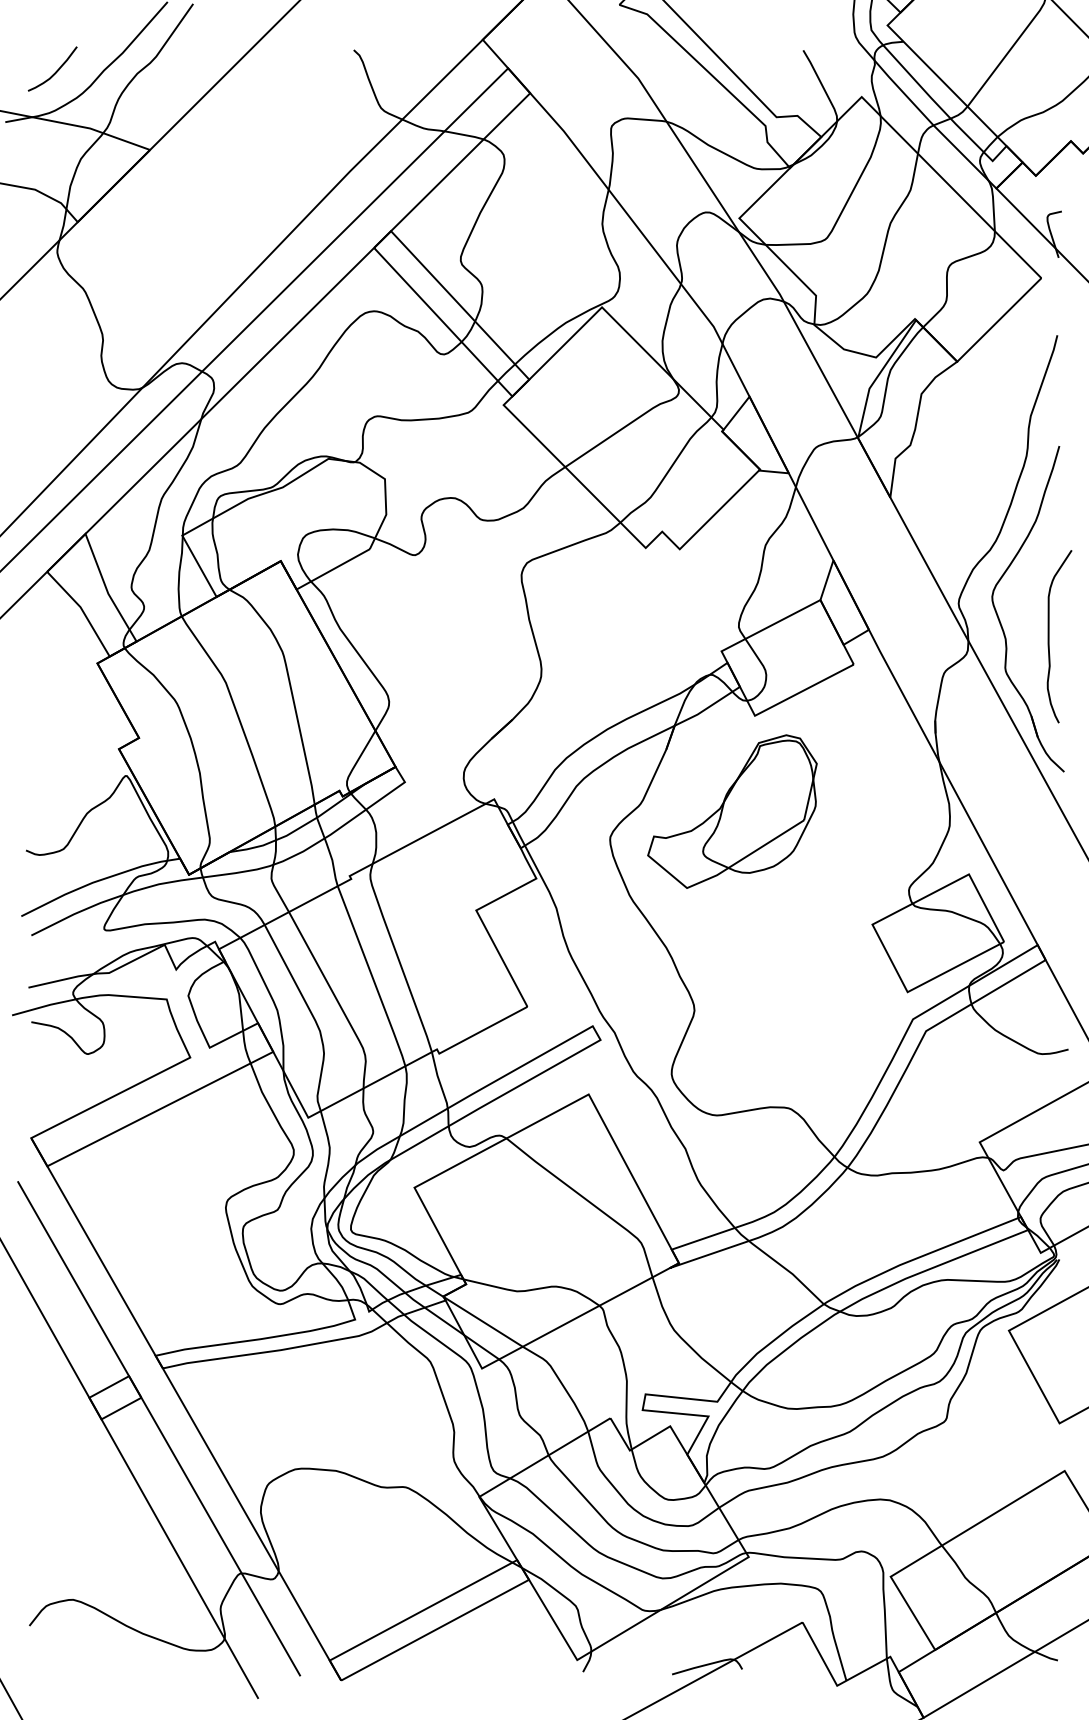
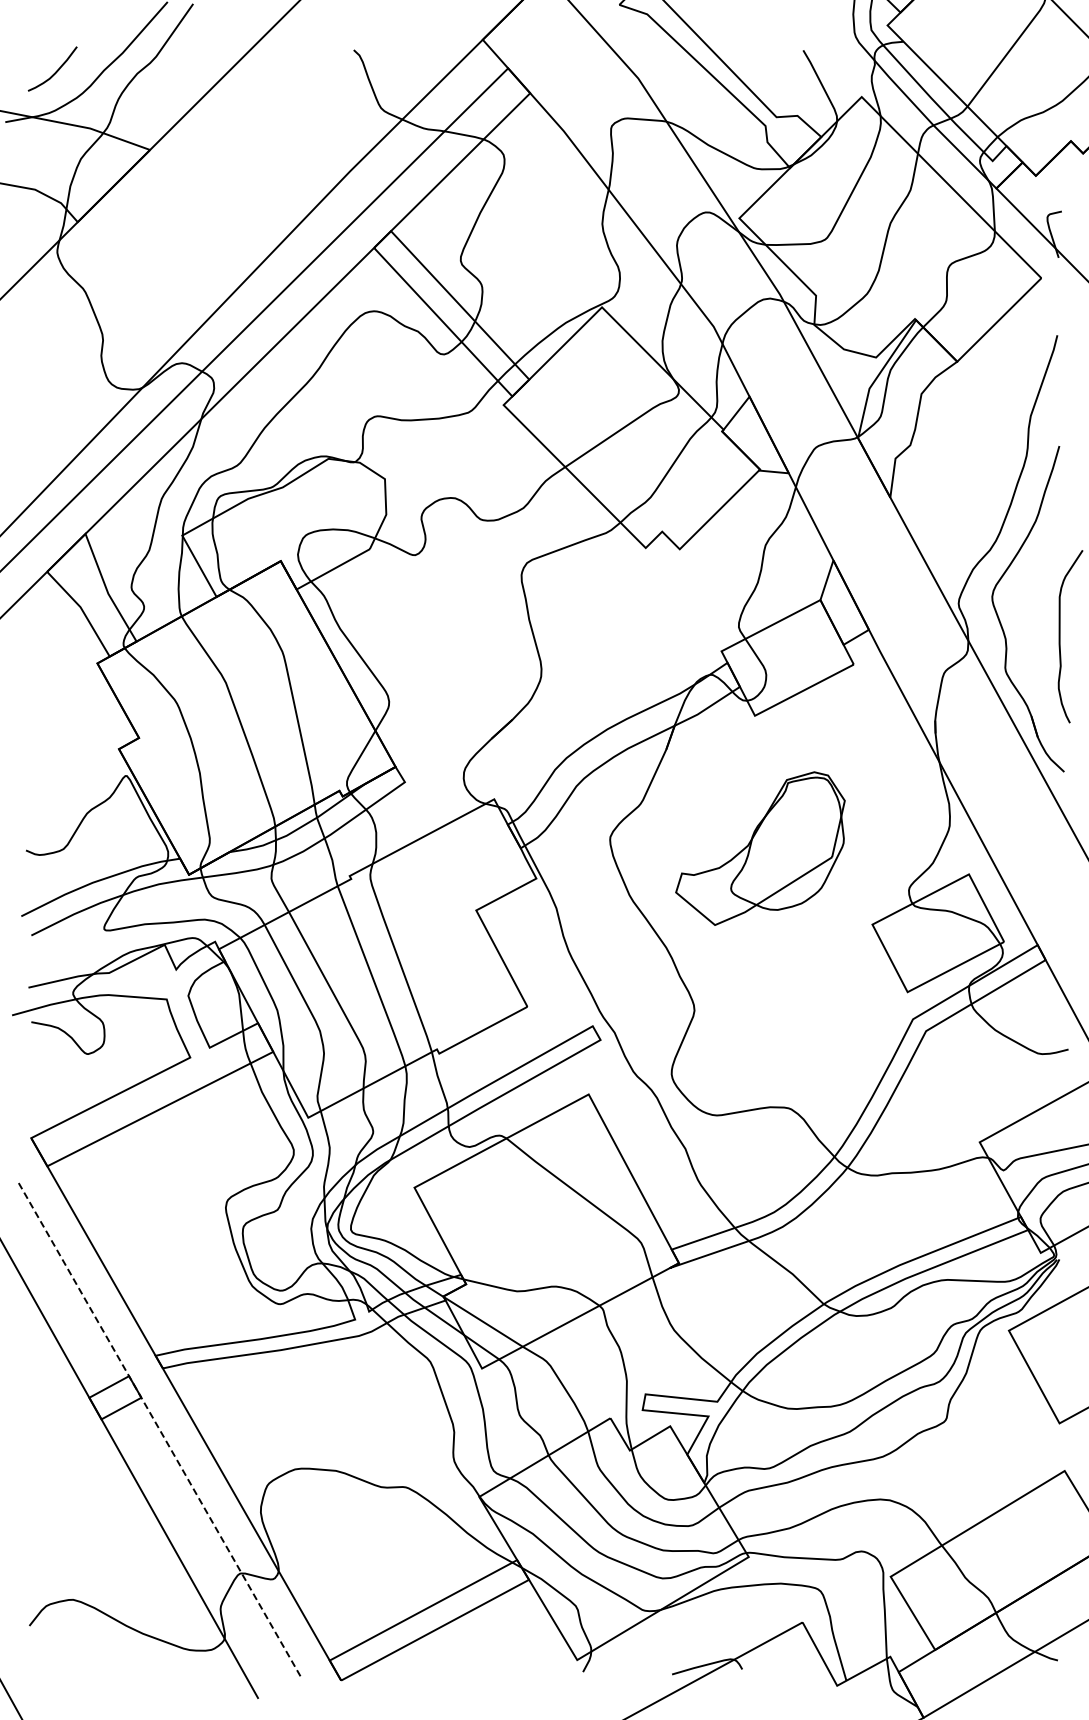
curve at (1049, 636) position: (1049, 636) -> (1060, 636)
part at (732, 811) position: (732, 811) -> (760, 848)
line at (158, 1427): solid -> dashed
